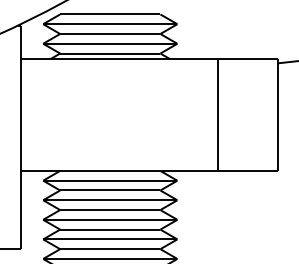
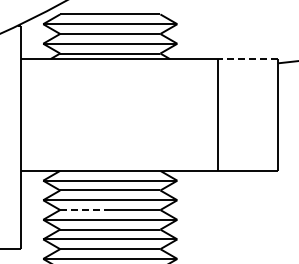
line at (247, 59): solid -> dashed
line at (85, 210): solid -> dashed
